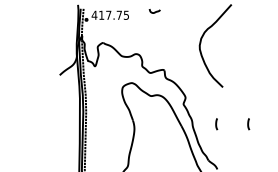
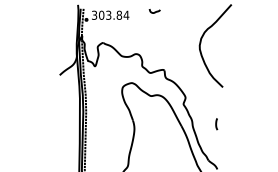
text at (110, 14): 417.75 -> 303.84
curve at (248, 124): present -> none
